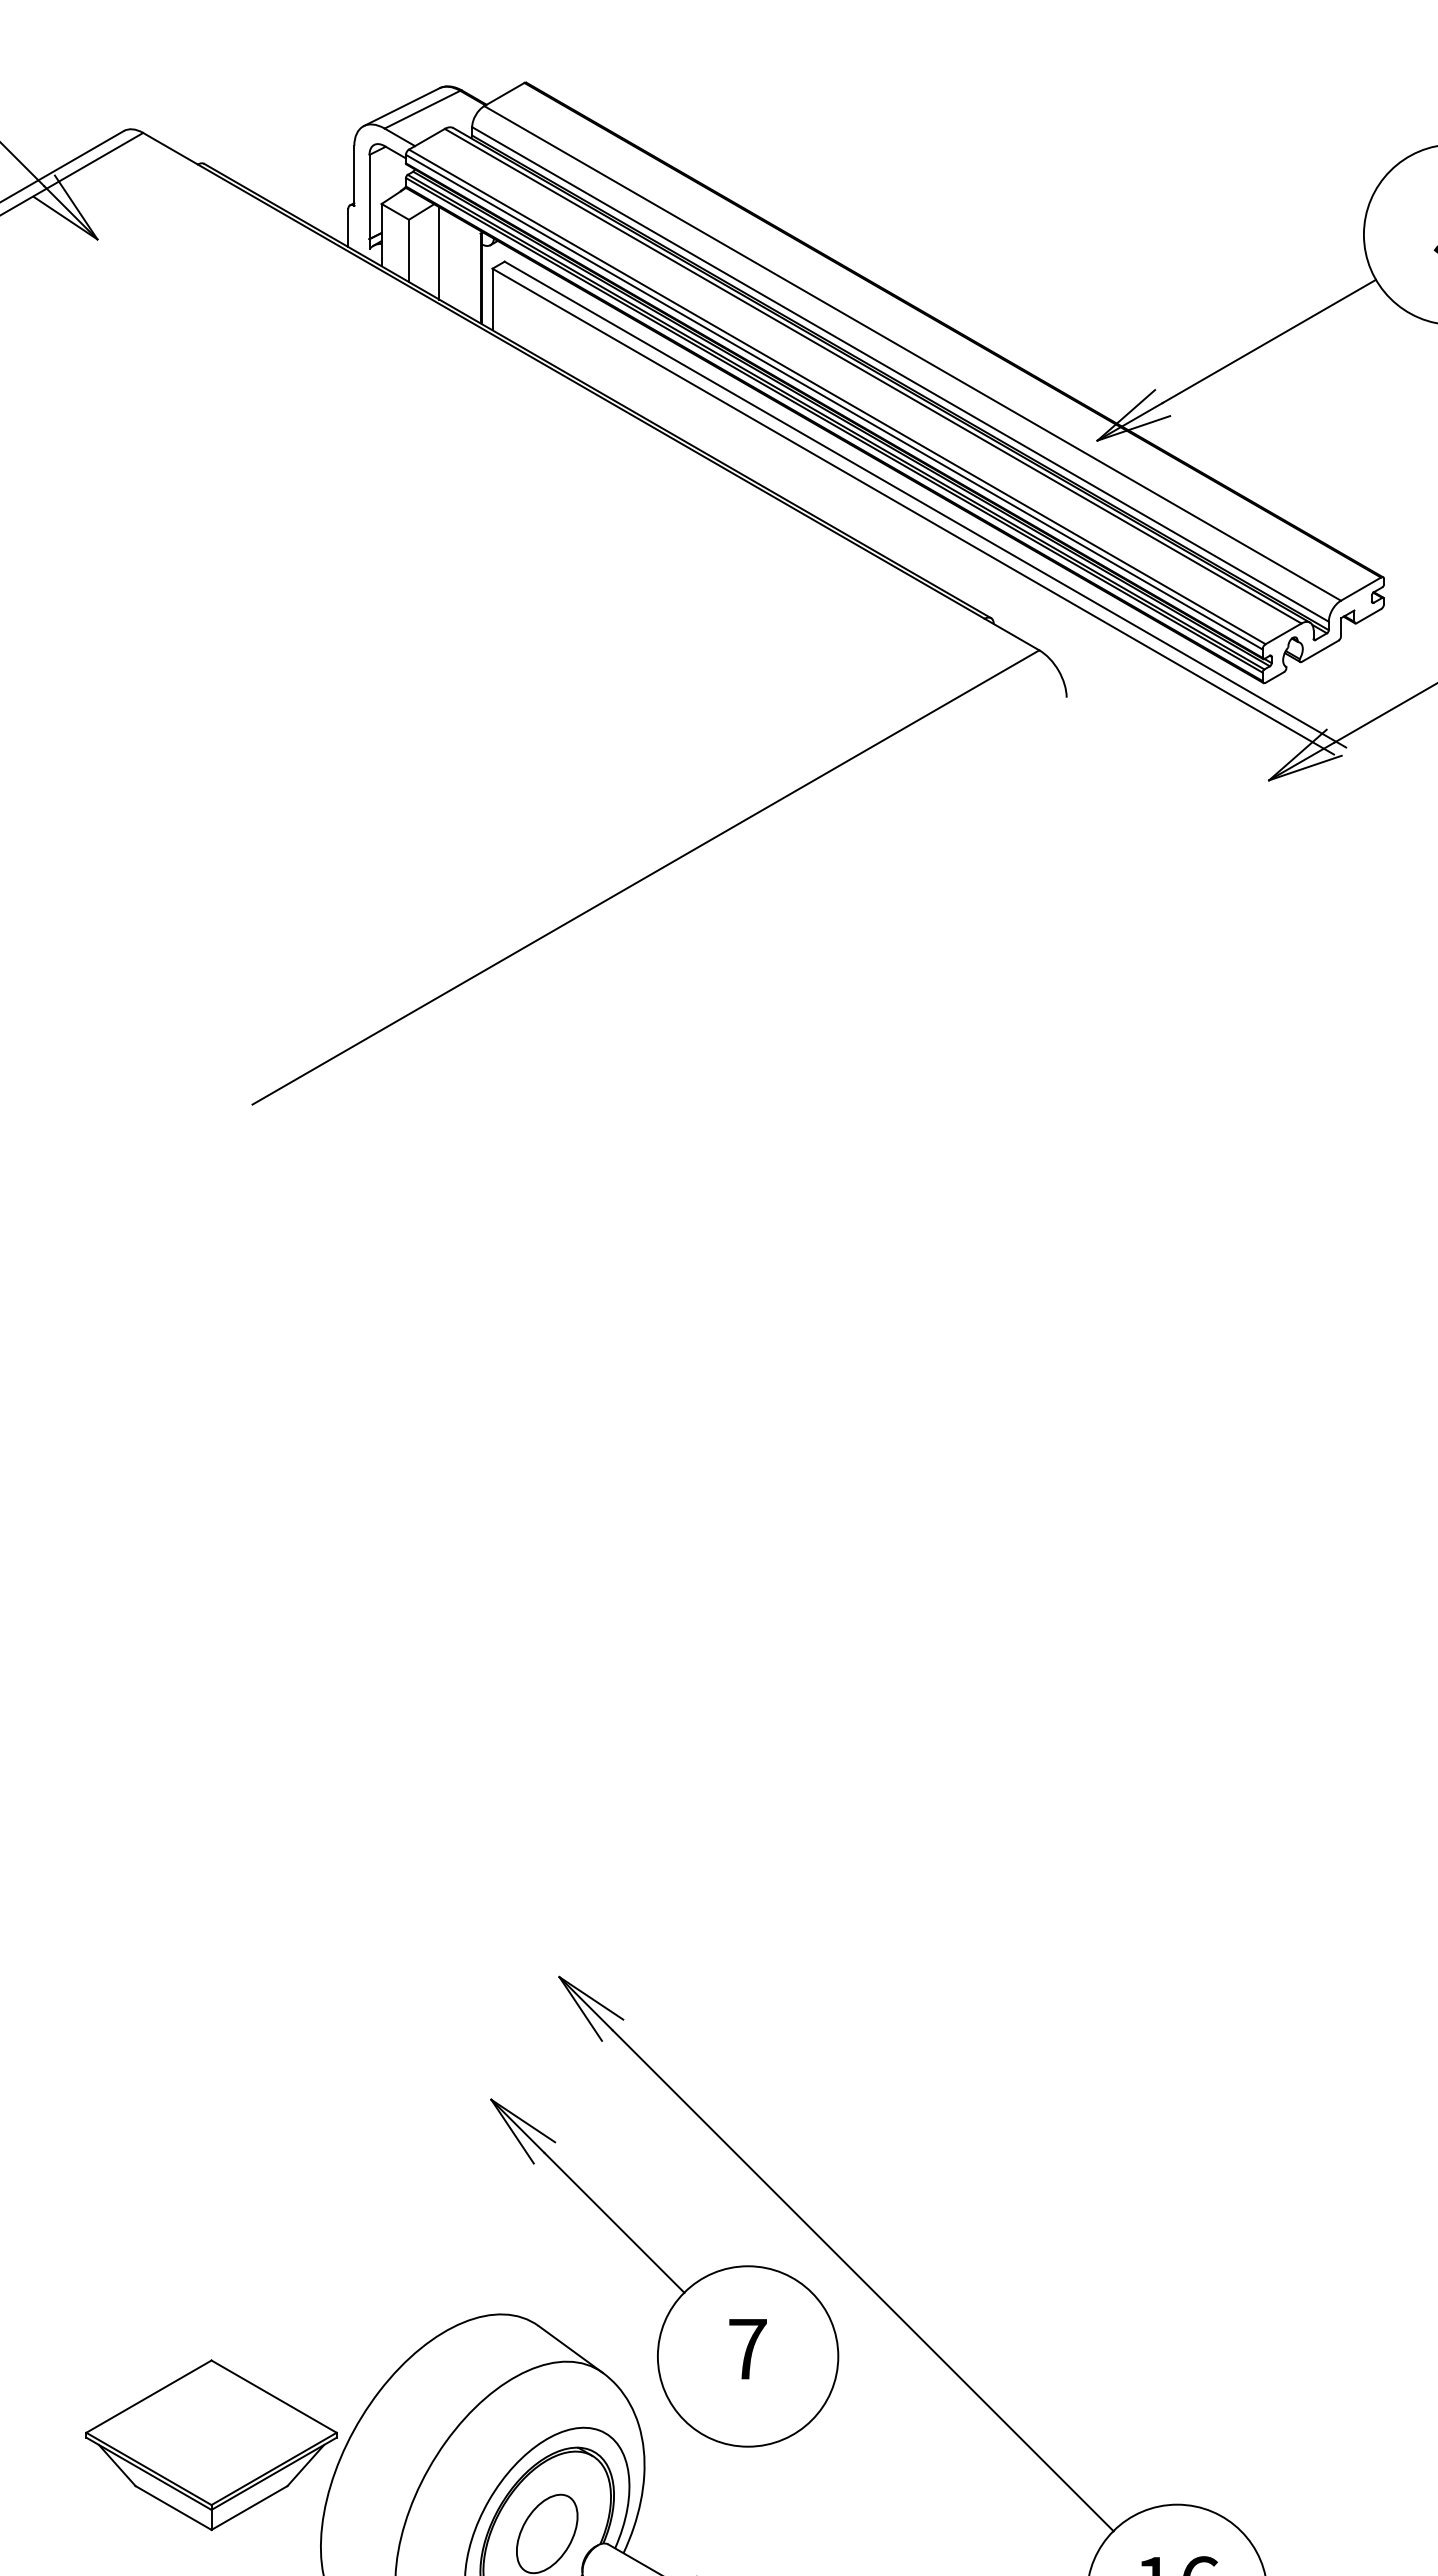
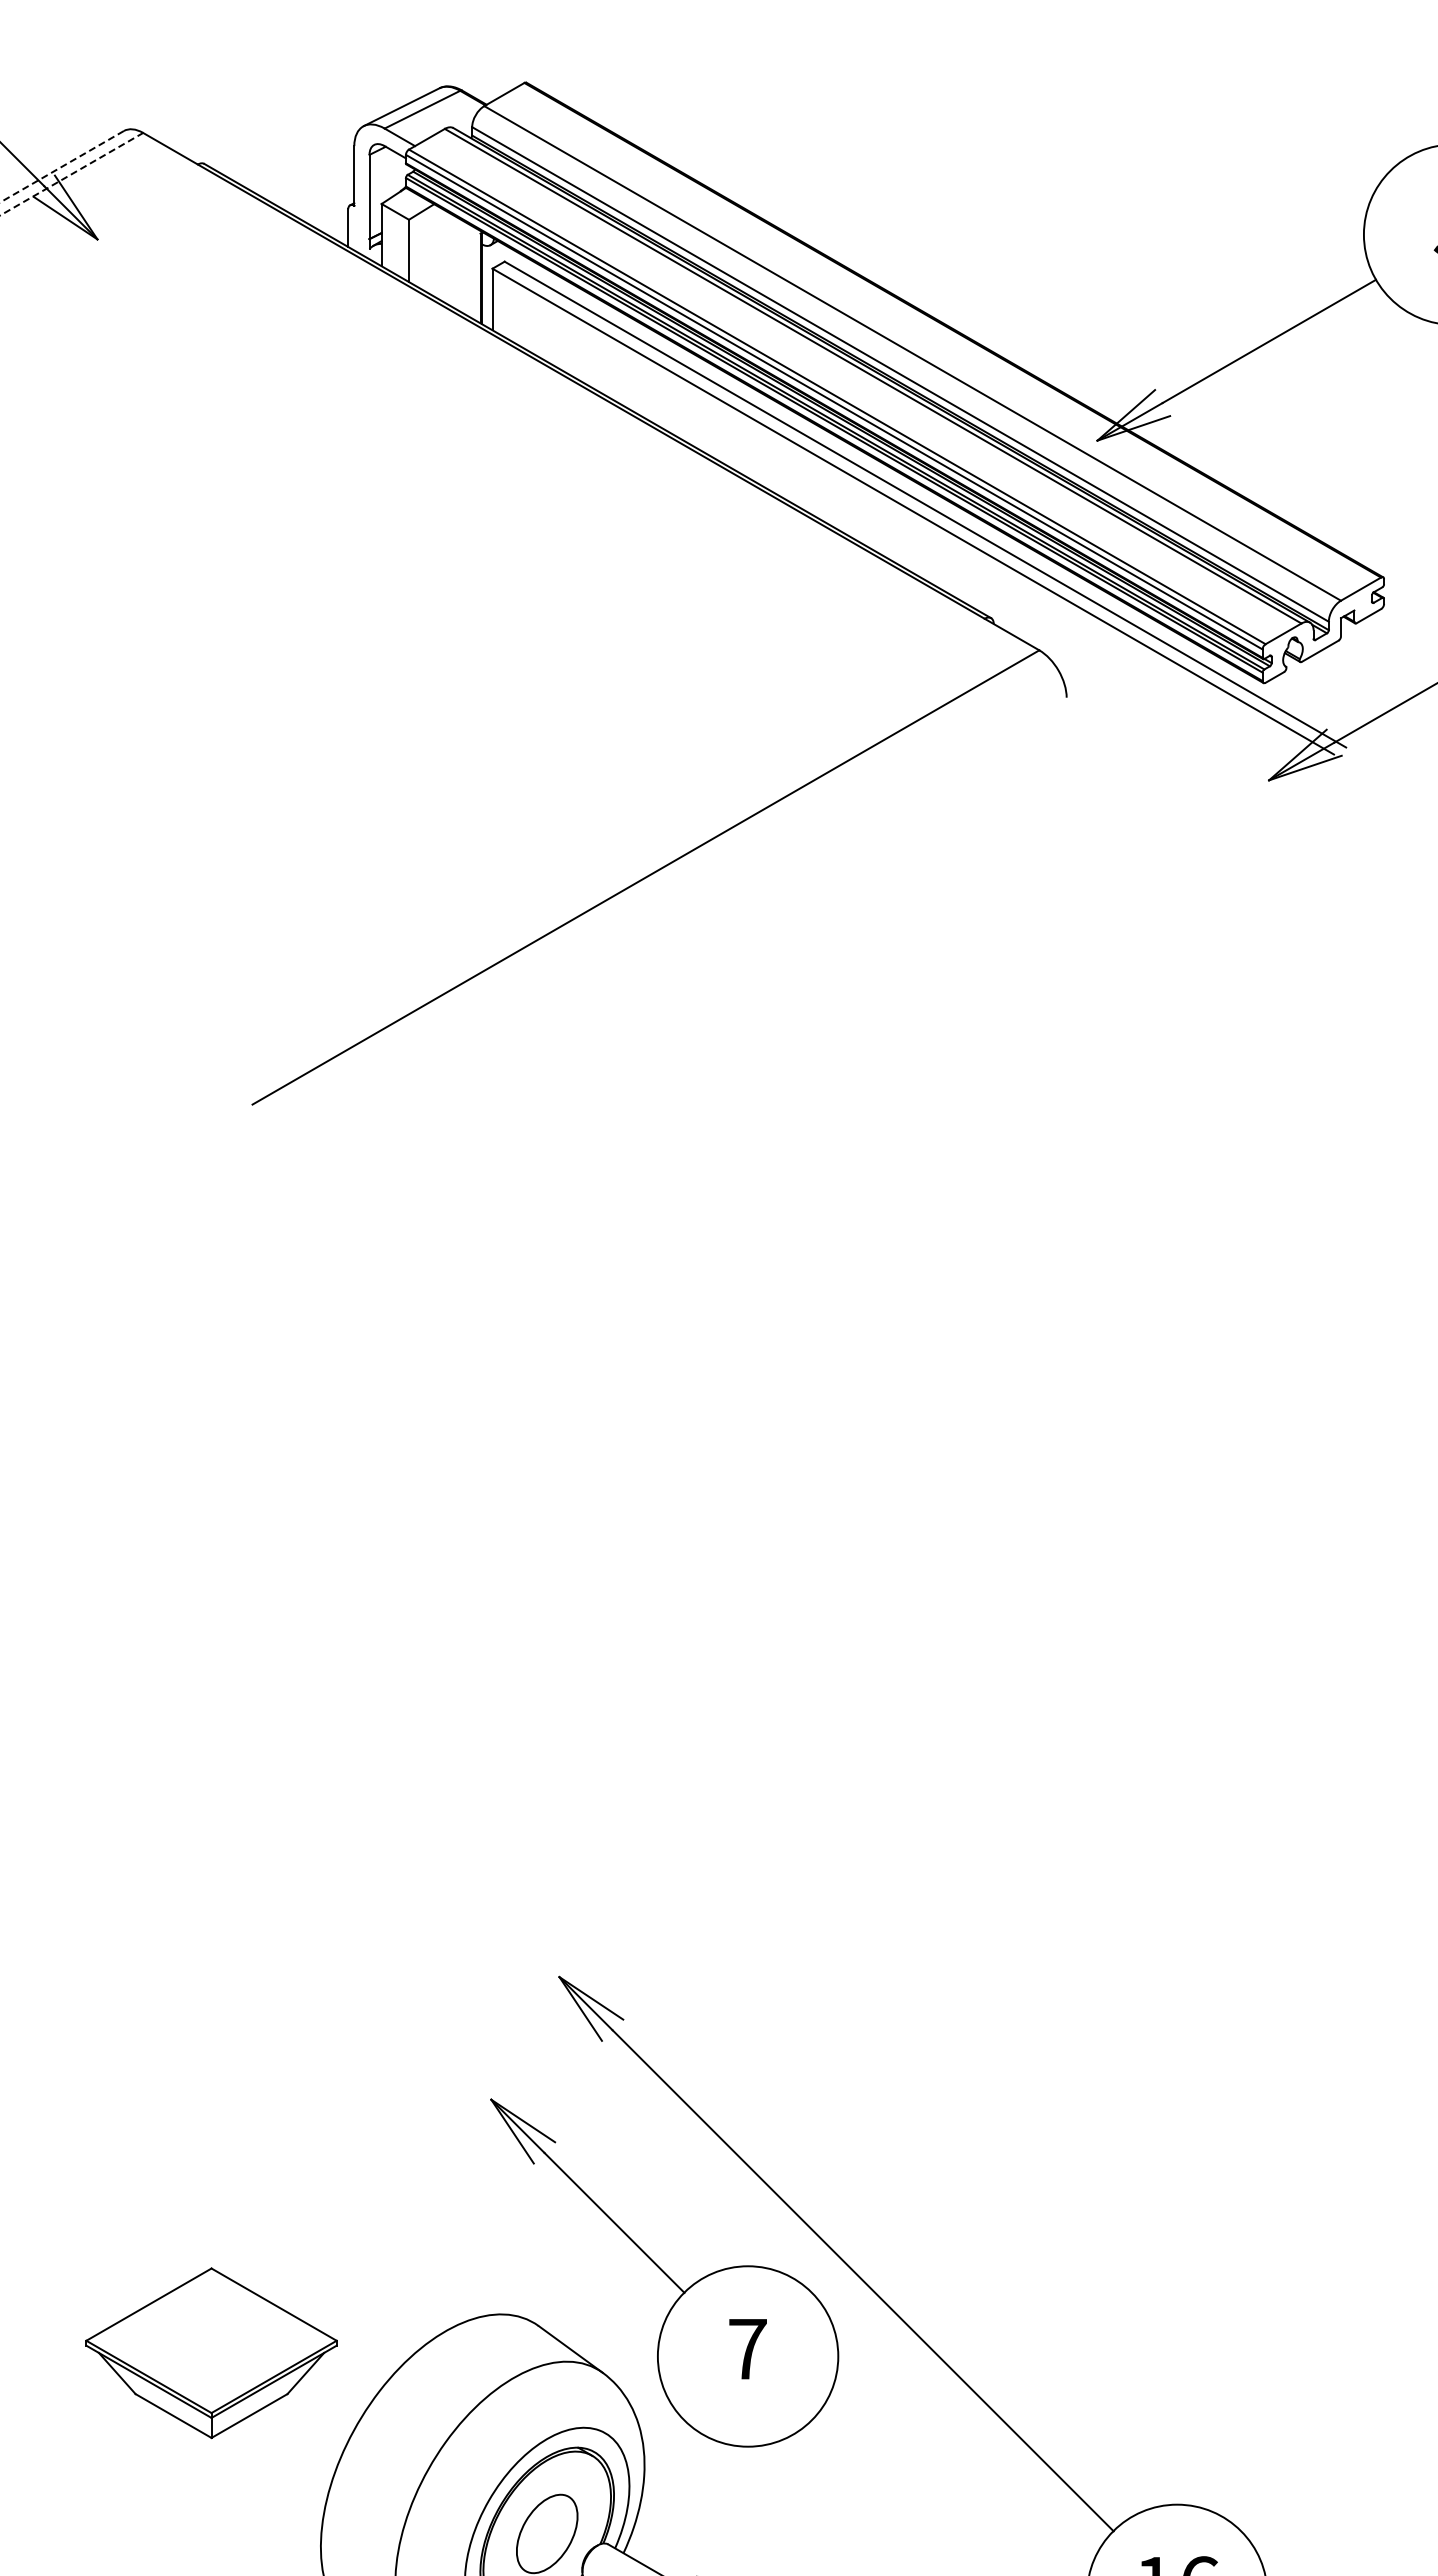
line at (61, 167): solid -> dashed
line at (72, 173): solid -> dashed
line at (439, 253): present -> none
part at (211, 2445) position: (211, 2445) -> (211, 2353)
